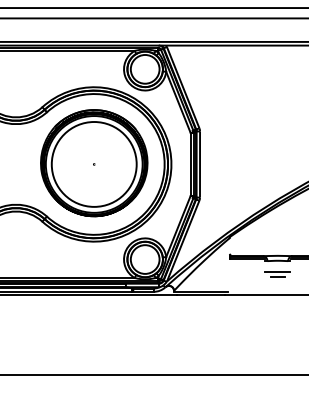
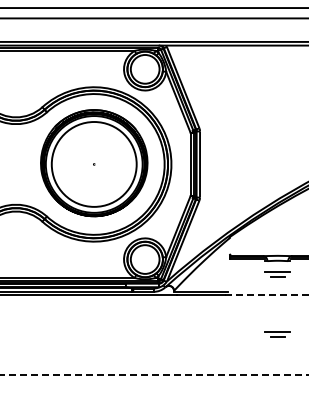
line at (266, 295): solid -> dashed
part at (277, 334): none -> present
line at (154, 374): solid -> dashed
